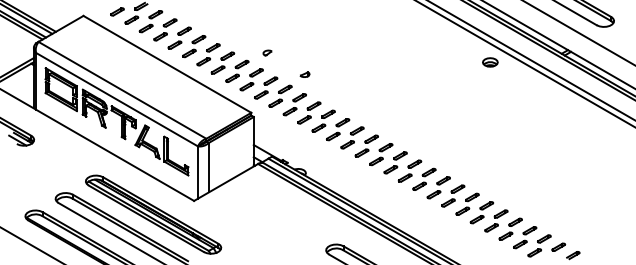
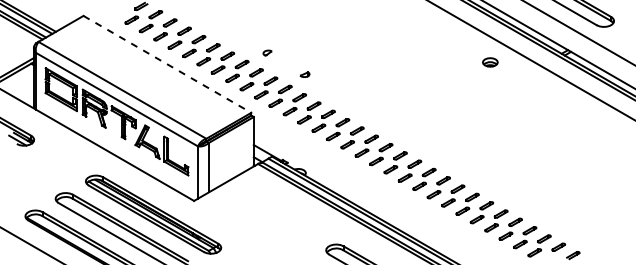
part at (117, 11): present -> none
line at (525, 63): present -> none
line at (167, 64): solid -> dashed
